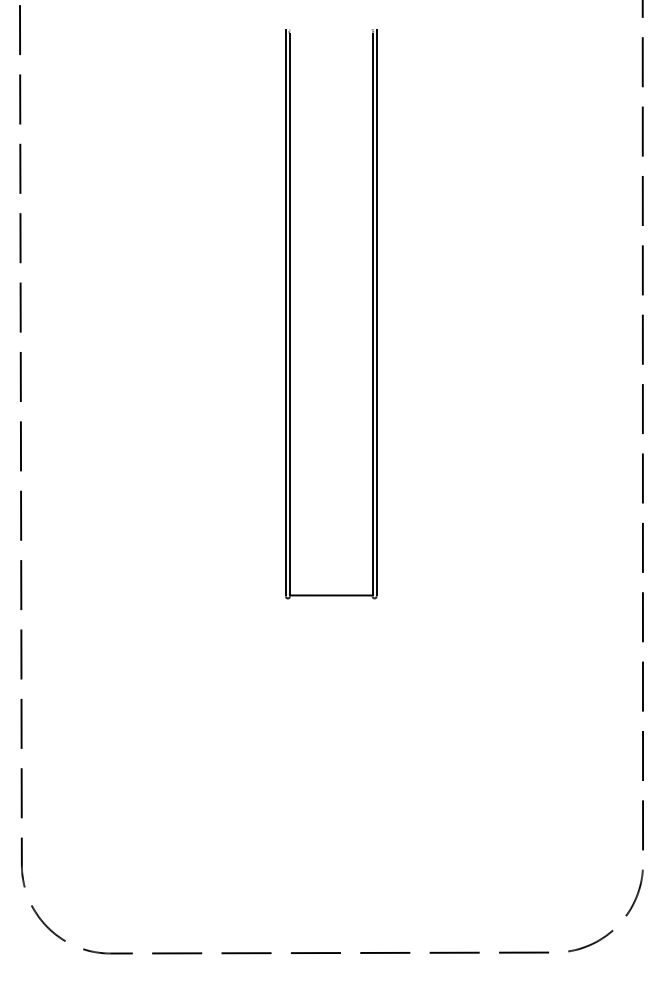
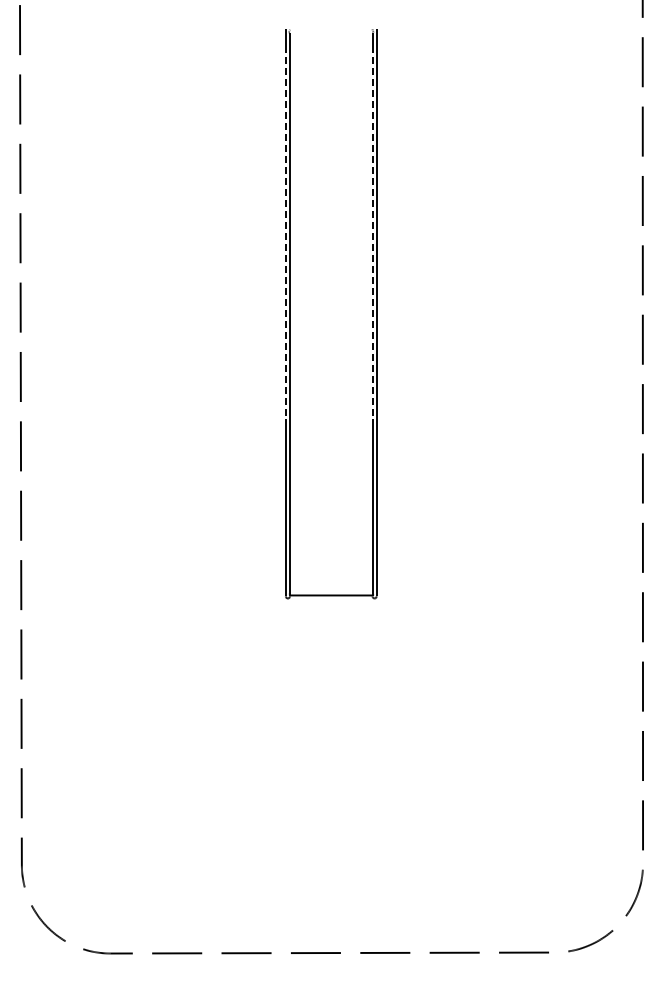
line at (285, 232): solid -> dashed
line at (372, 232): solid -> dashed
